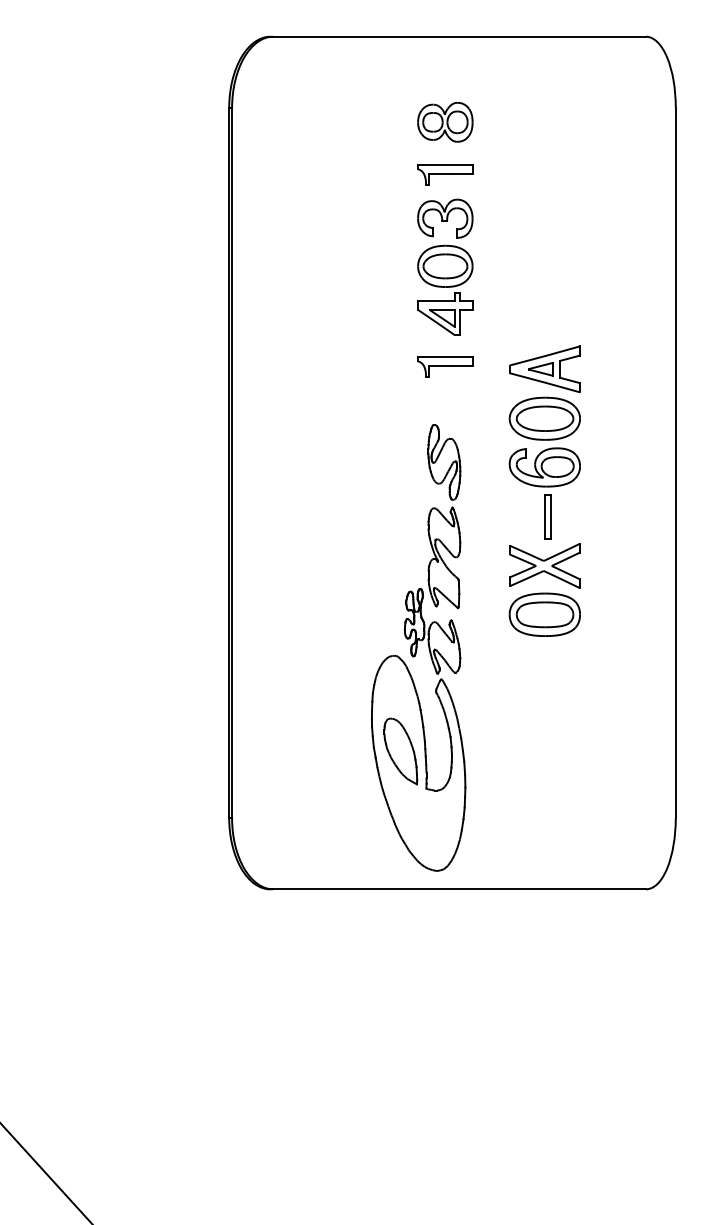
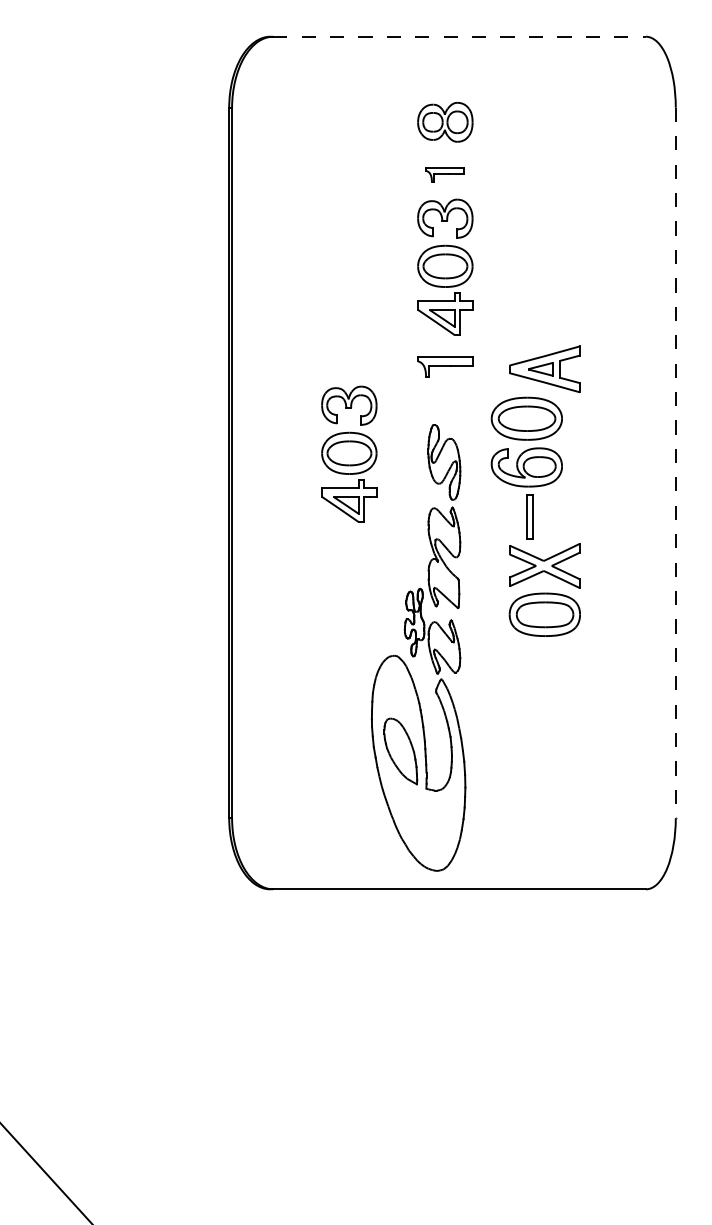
line at (460, 36): solid -> dashed
part at (445, 174) size: 57x22 px -> 40x16 px
part at (349, 453): none -> present
line at (675, 463): solid -> dashed
part at (544, 467) position: (544, 467) -> (526, 467)
